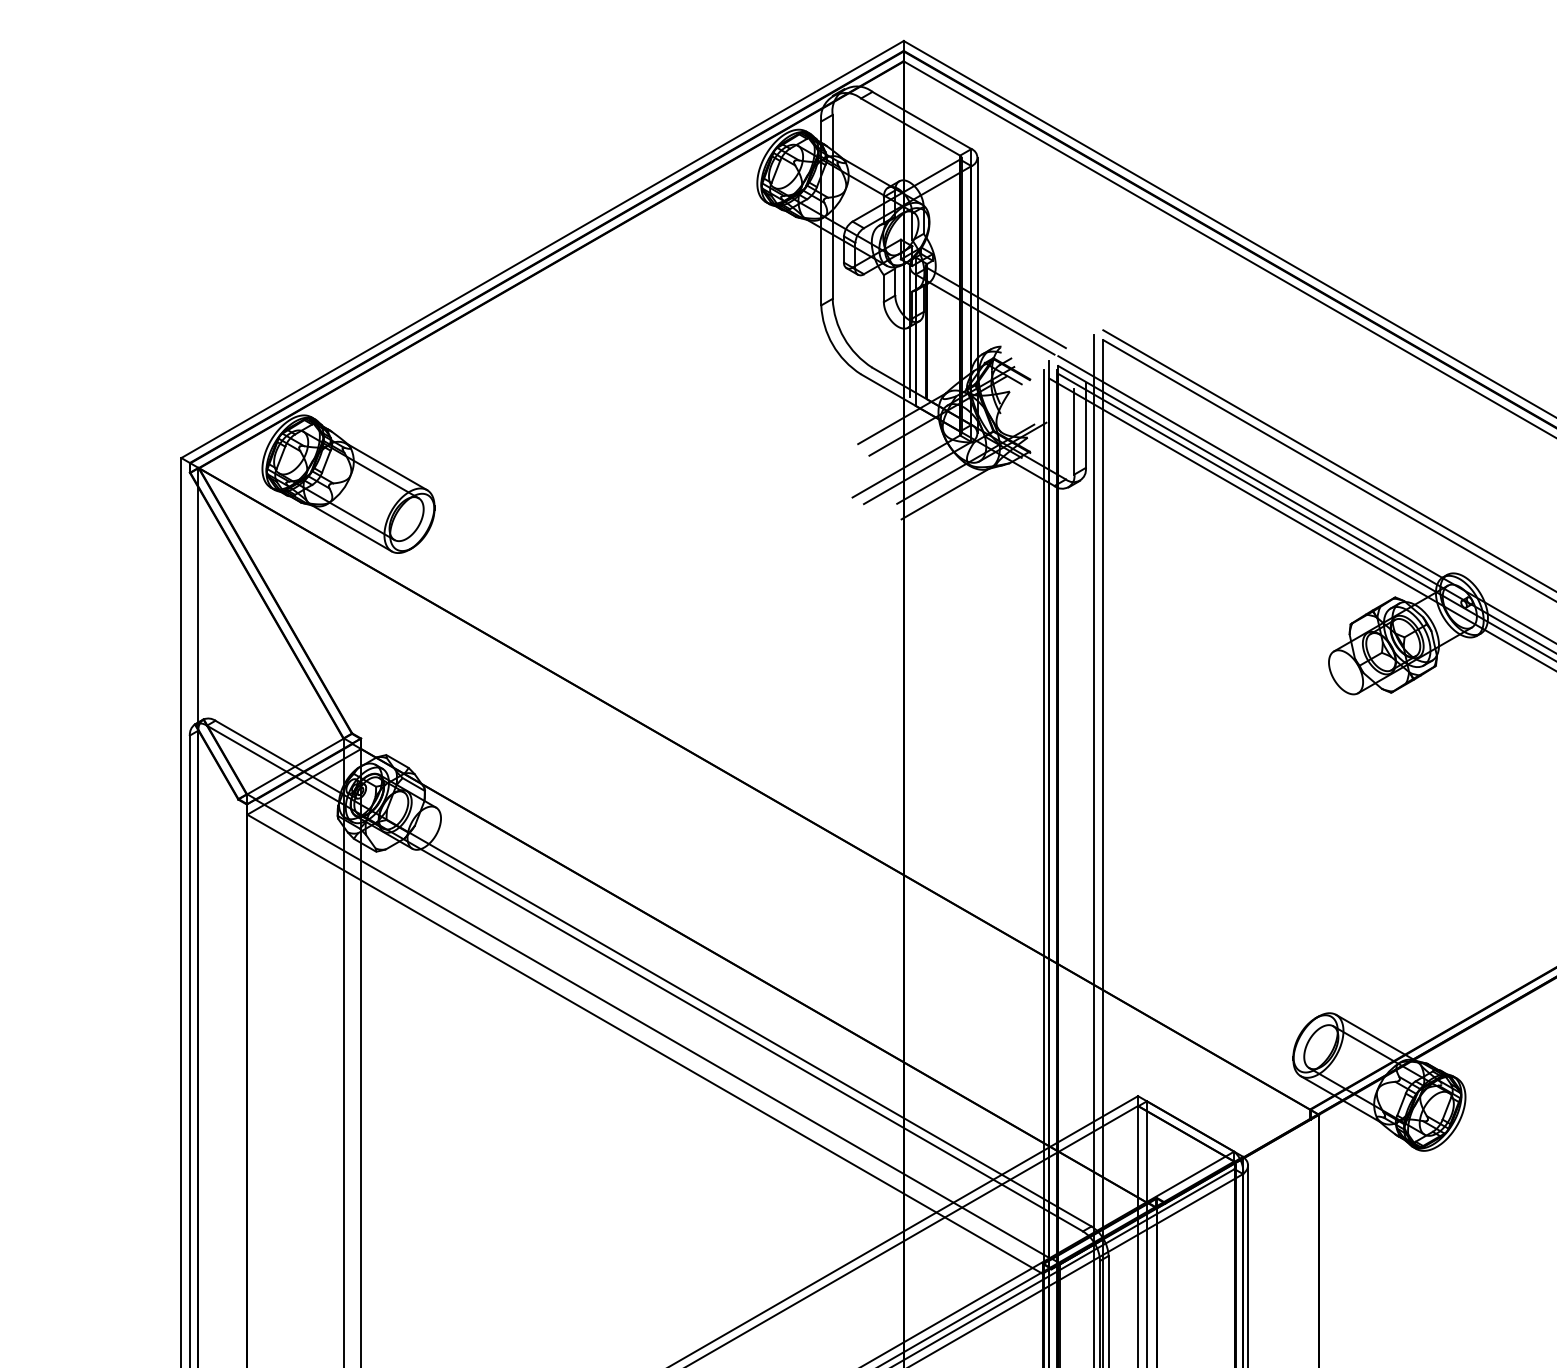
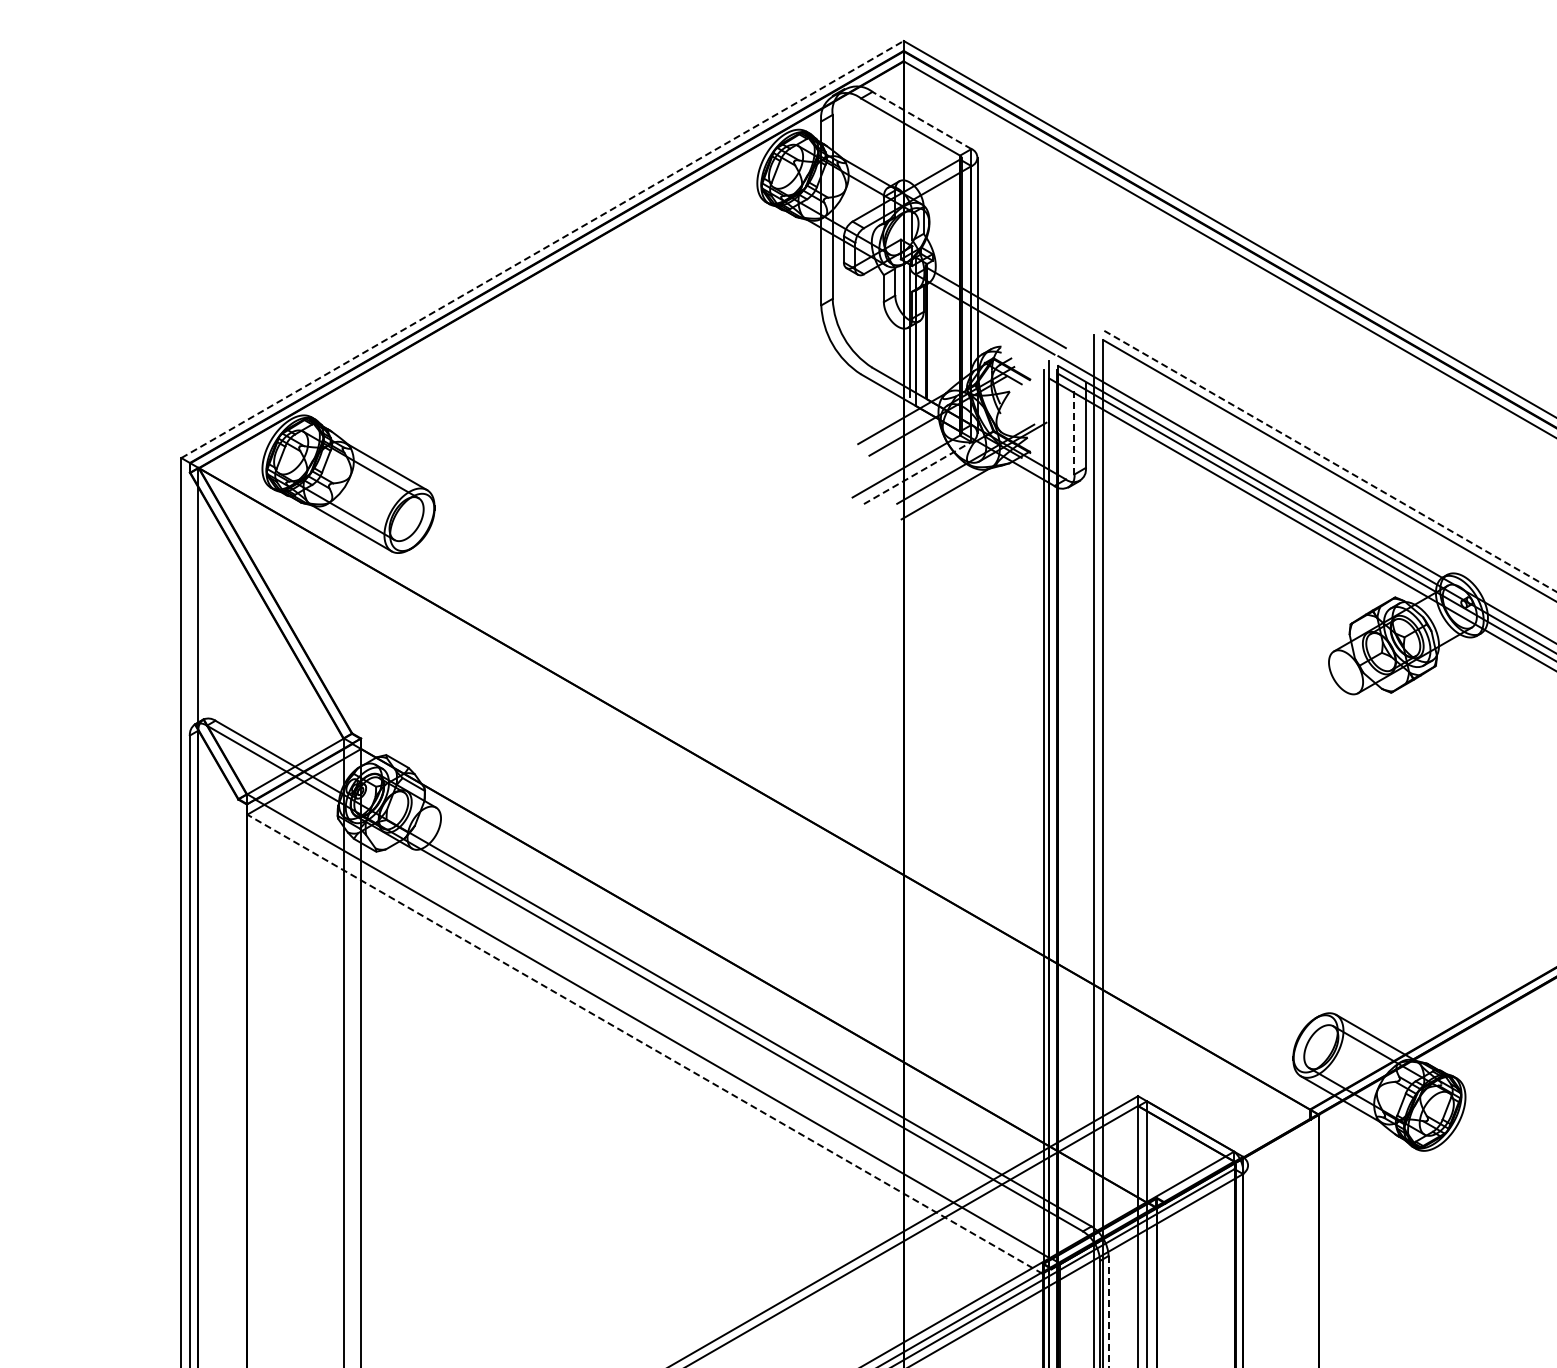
line at (921, 120): solid -> dashed
line at (543, 249): solid -> dashed
line at (1074, 431): solid -> dashed
line at (1329, 461): solid -> dashed
line at (918, 472): solid -> dashed
line at (644, 1043): solid -> dashed
line at (1248, 1264): present -> none
line at (1108, 1312): solid -> dashed
